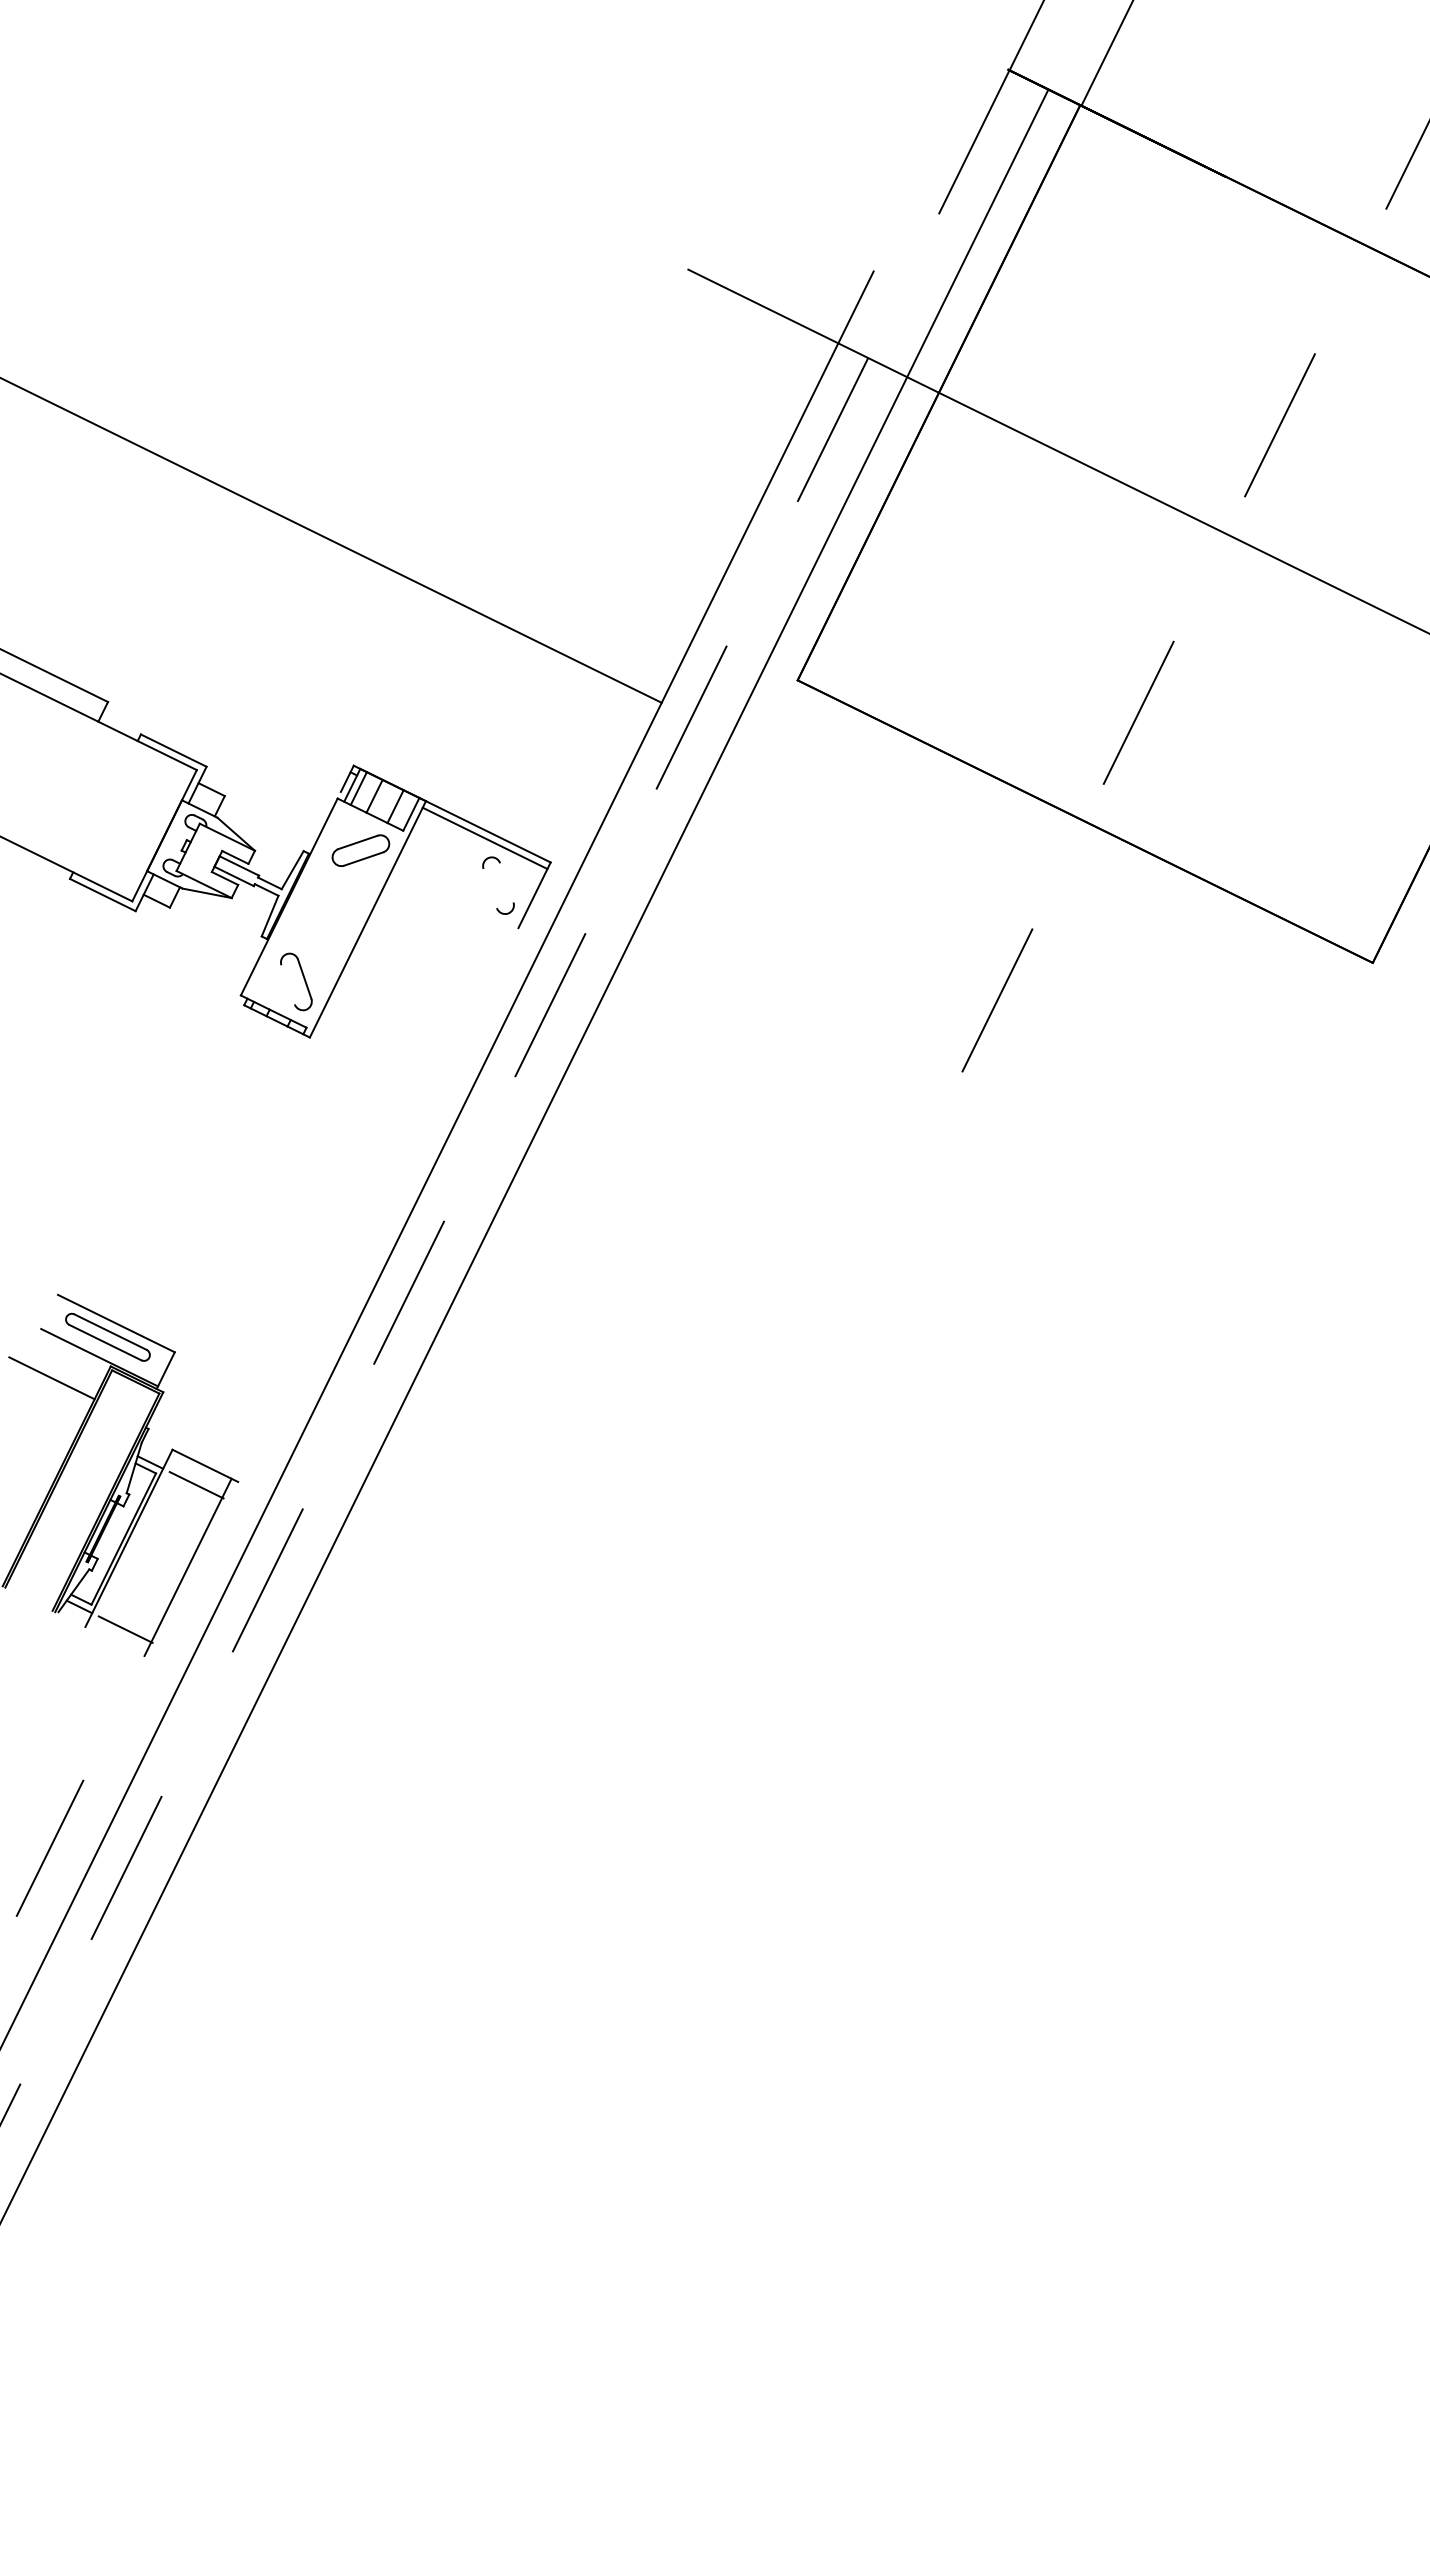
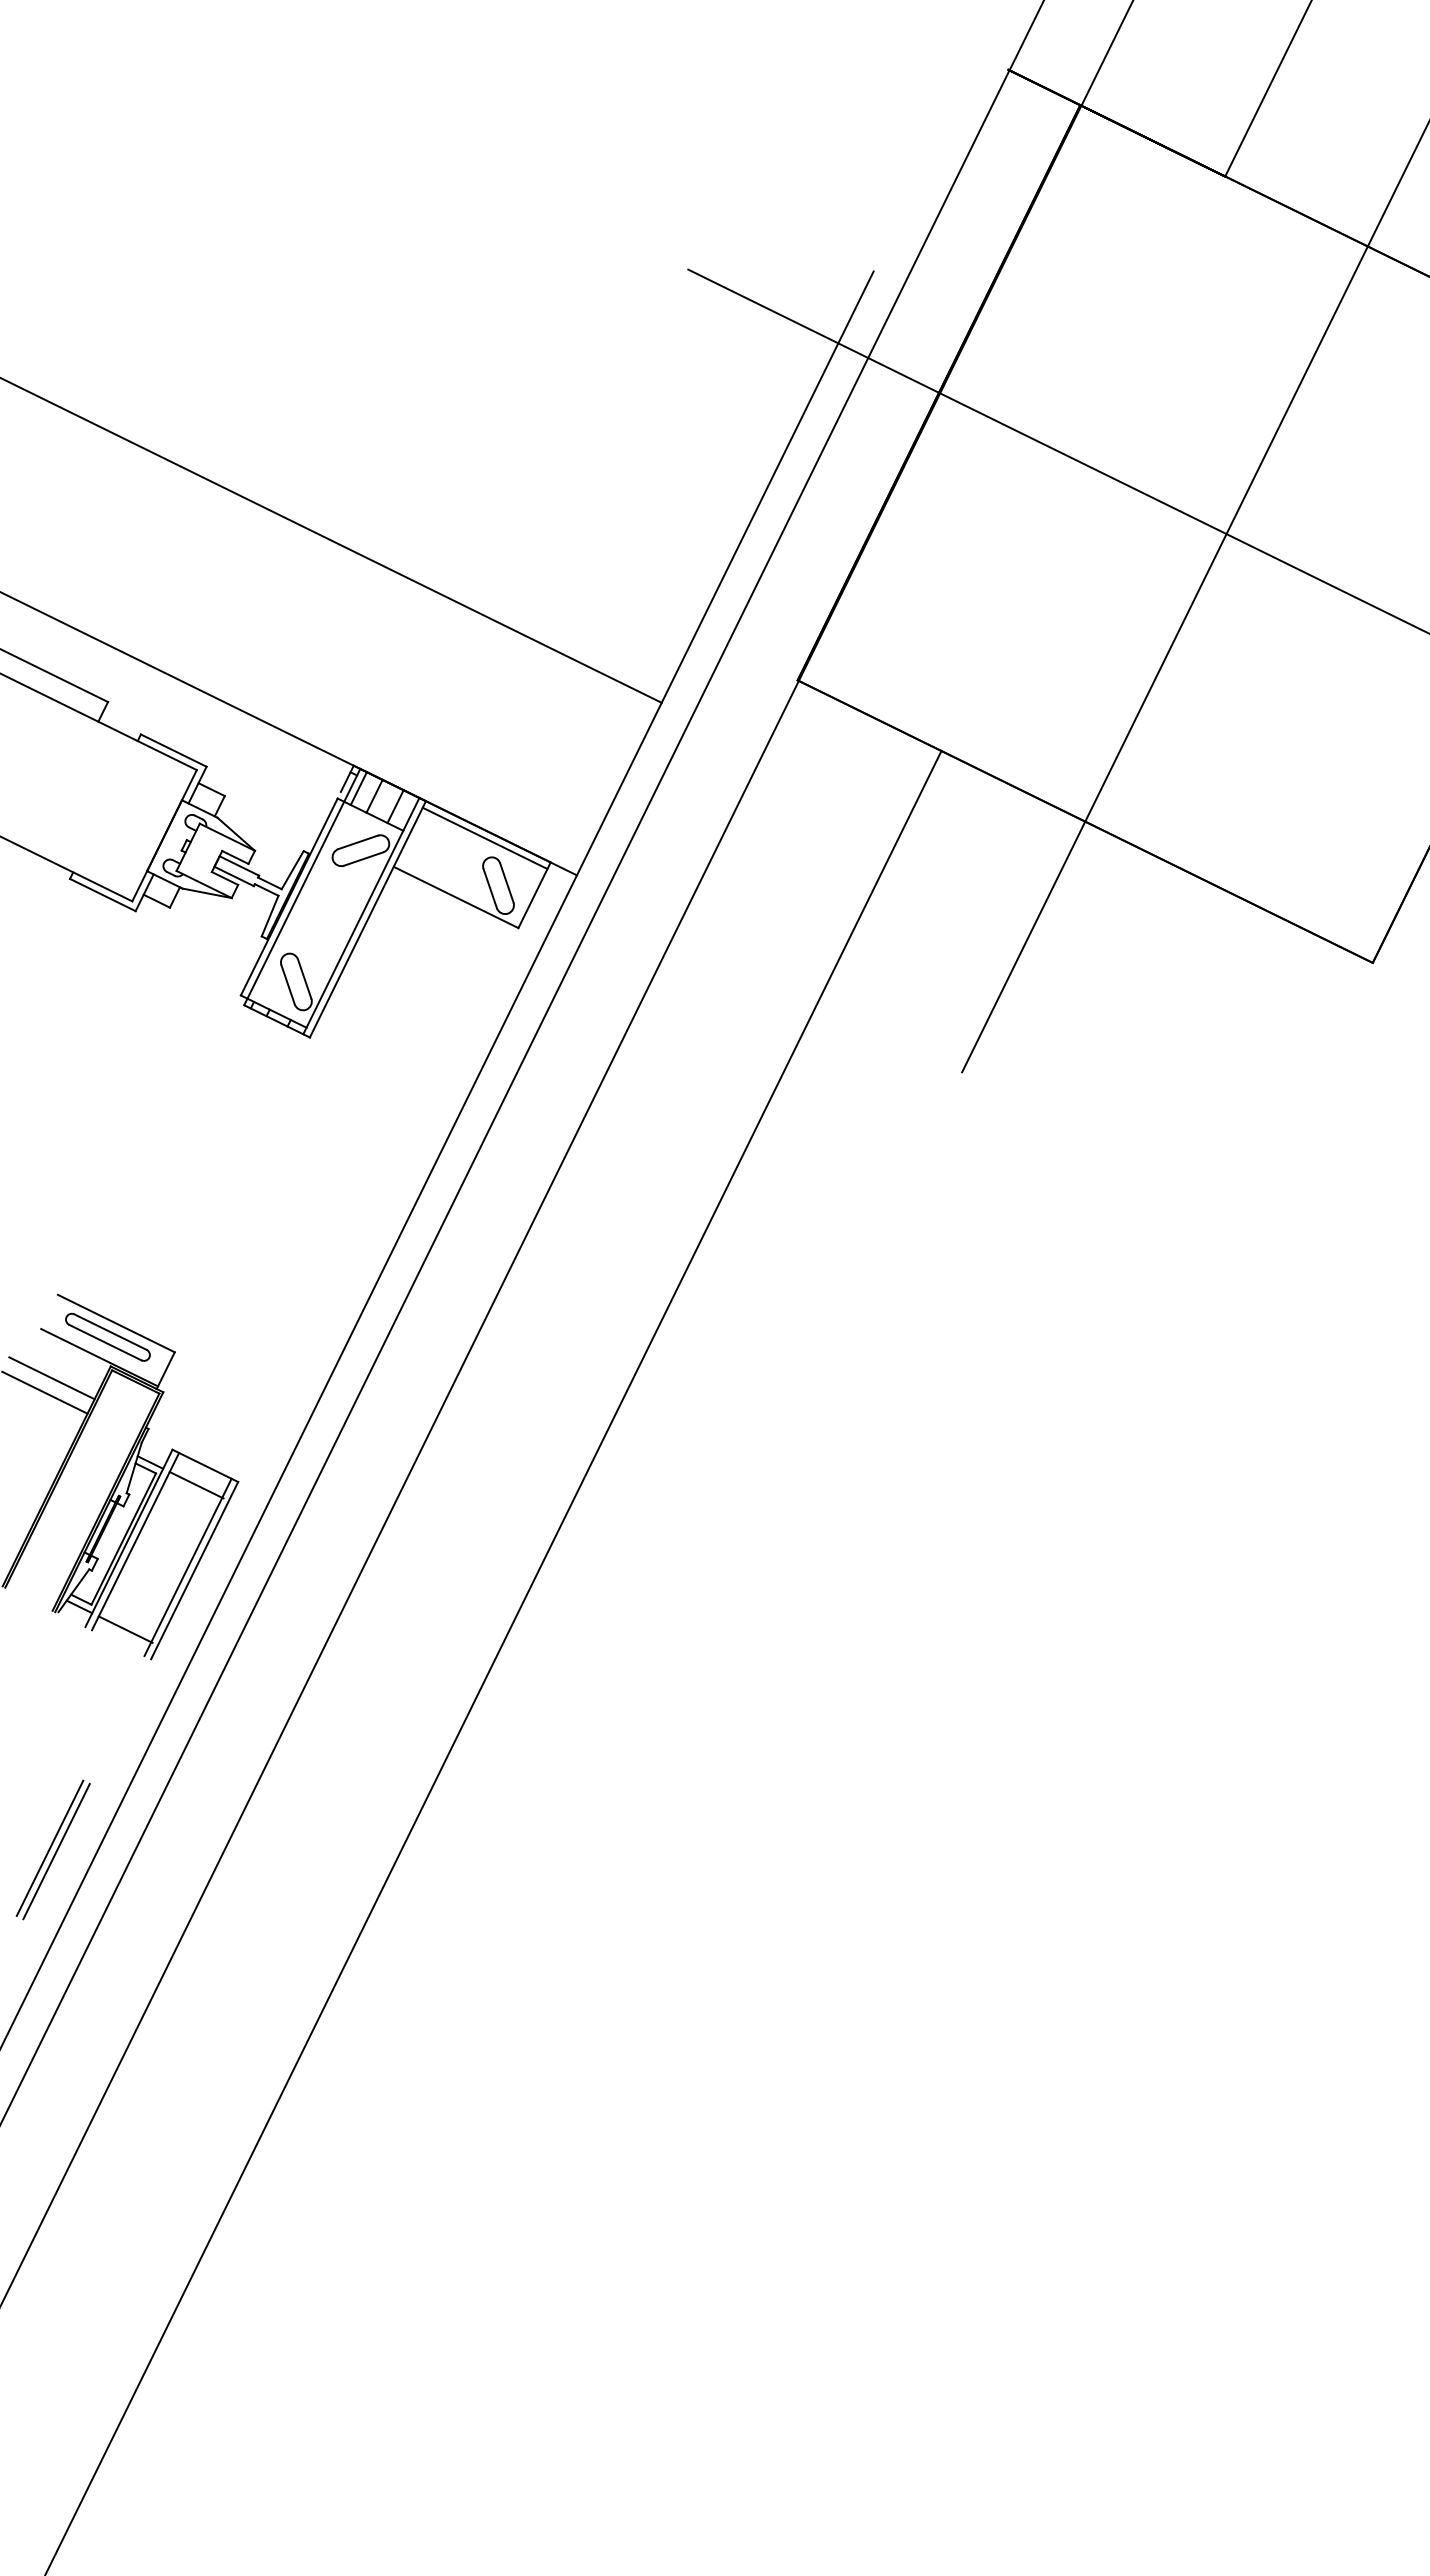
line at (1267, 89): none -> present
line at (1196, 595): dashed -> solid
line at (289, 734): none -> present
line at (506, 882): none -> present
line at (489, 888): none -> present
line at (455, 897): none -> present
line at (295, 899): none -> present
line at (354, 928): none -> present
line at (287, 984): none -> present
line at (504, 1098): dashed -> solid
line at (525, 1154) position: (525, 1154) -> (541, 1203)
line at (44, 1392): none -> present
line at (135, 1541): none -> present
line at (194, 1570): none -> present
line at (493, 1661): none -> present
line at (56, 1851): none -> present
